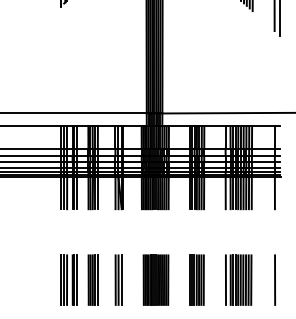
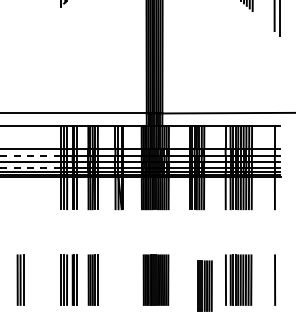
line at (30, 155): solid -> dashed
line at (30, 167): solid -> dashed
part at (118, 279) position: (118, 279) -> (20, 279)
part at (196, 279) position: (196, 279) -> (204, 285)
